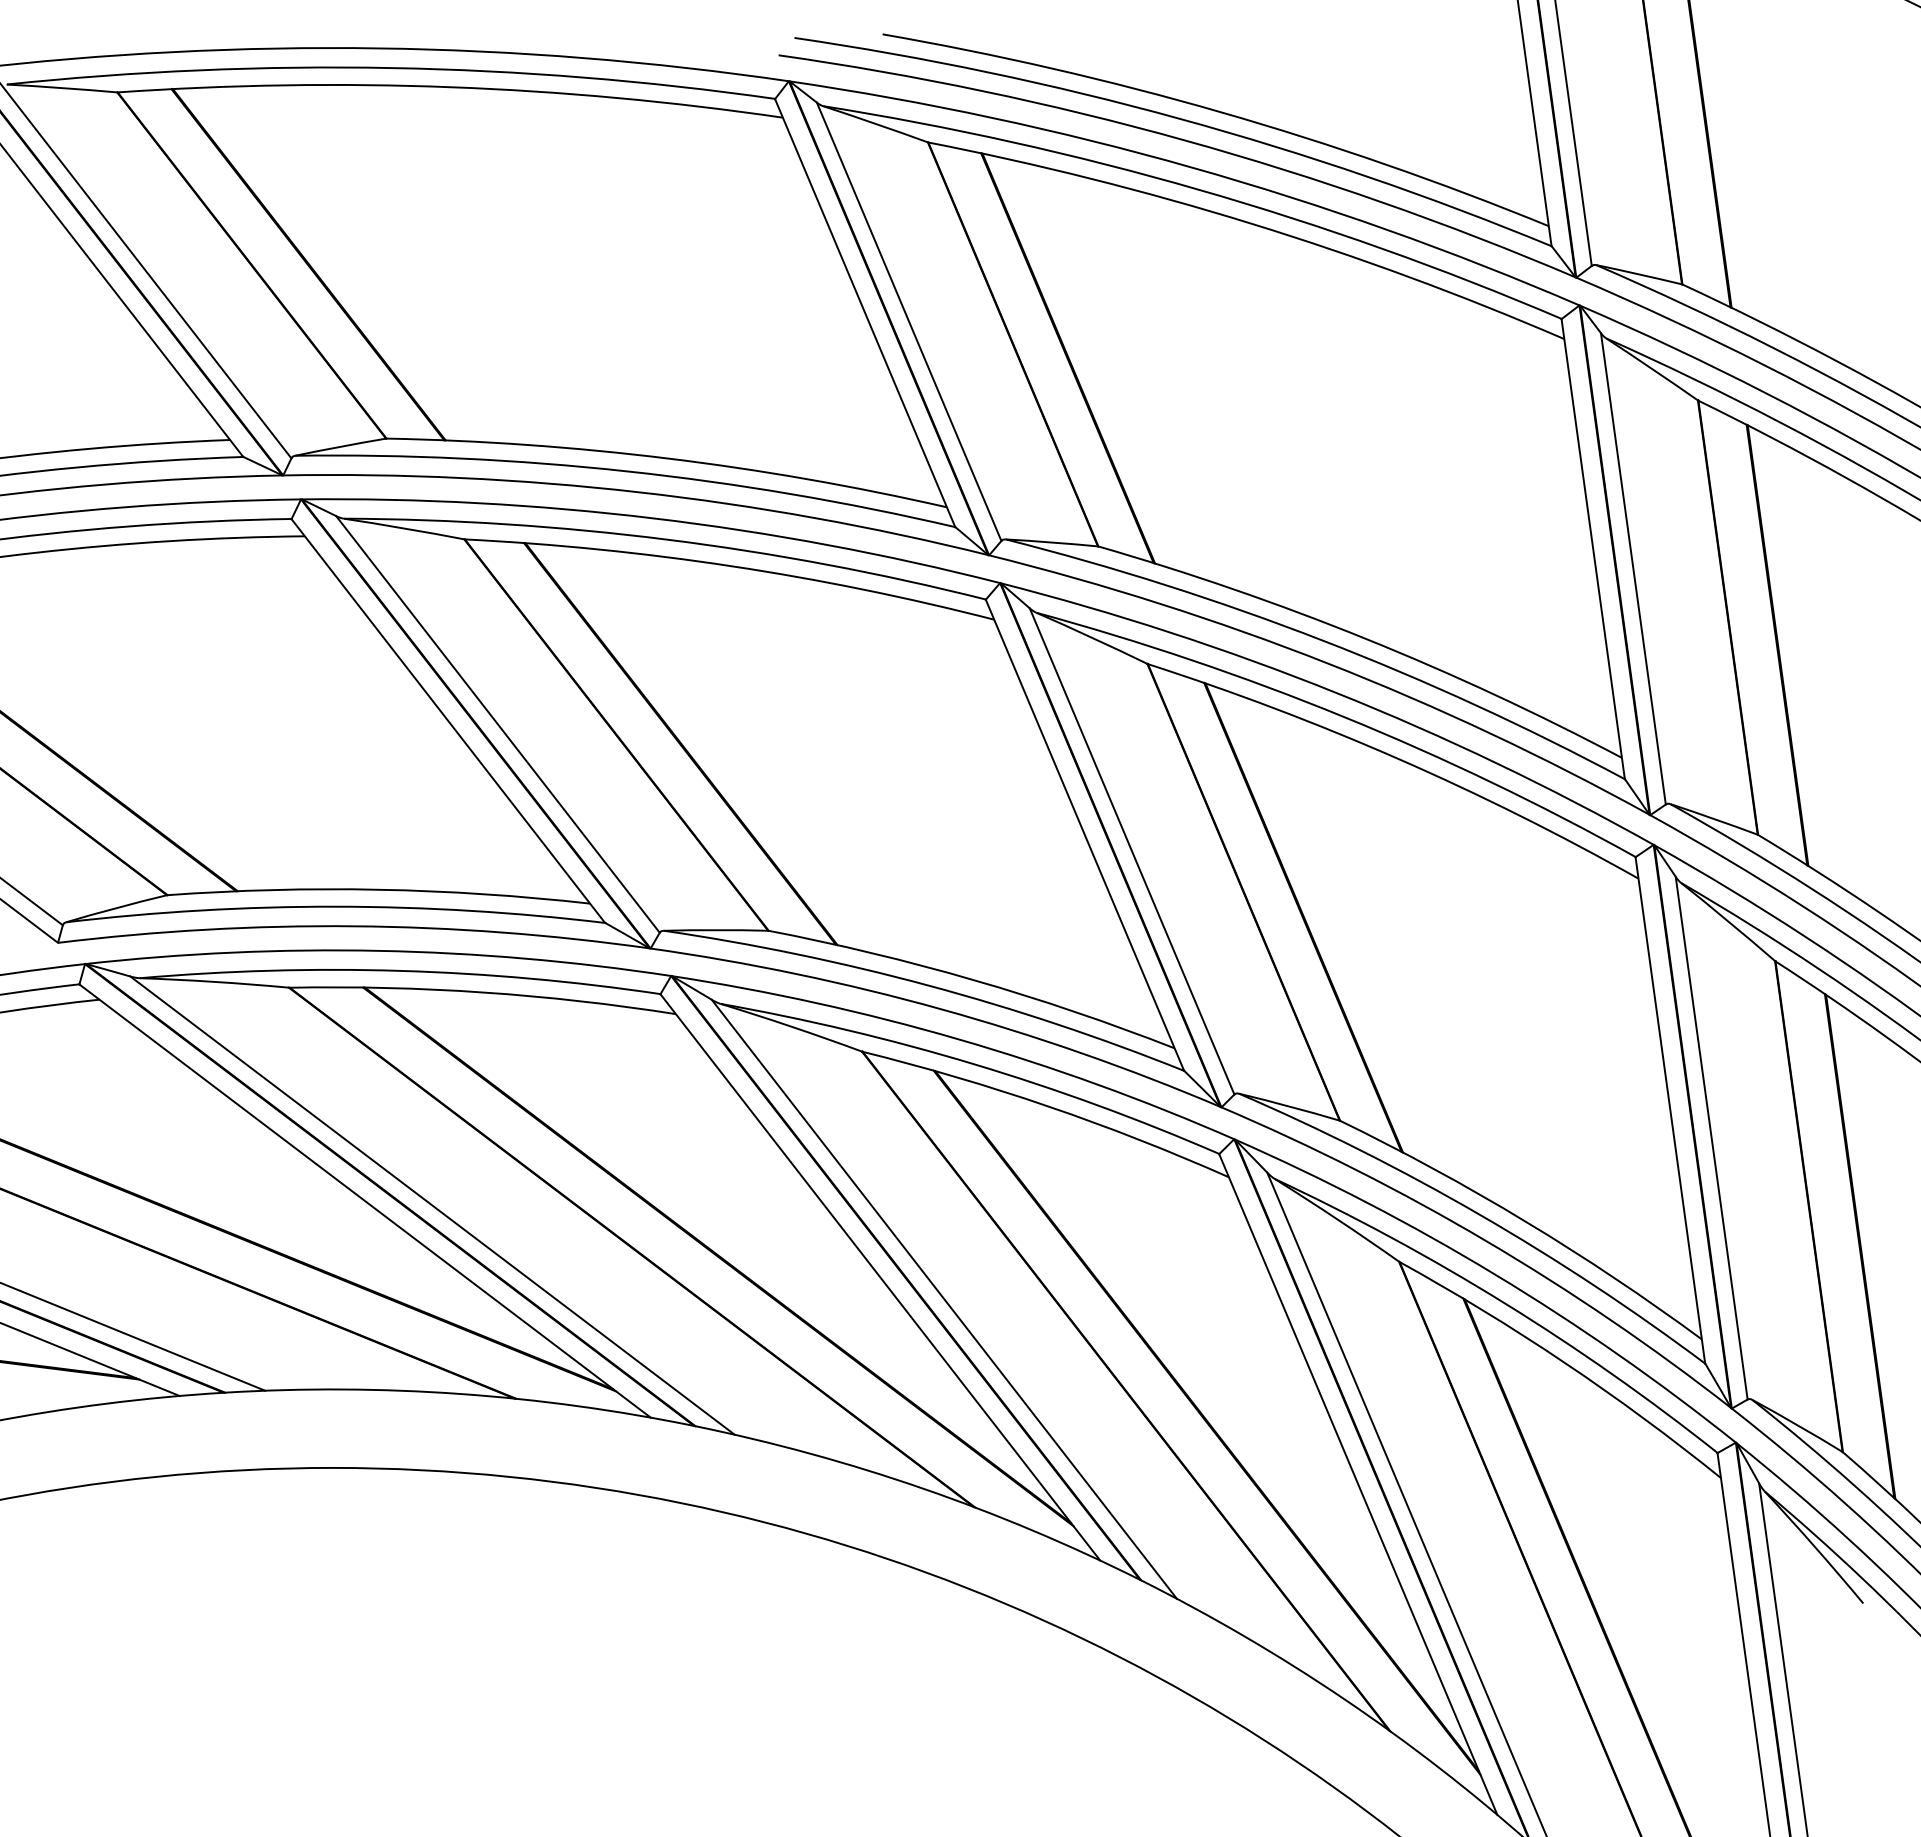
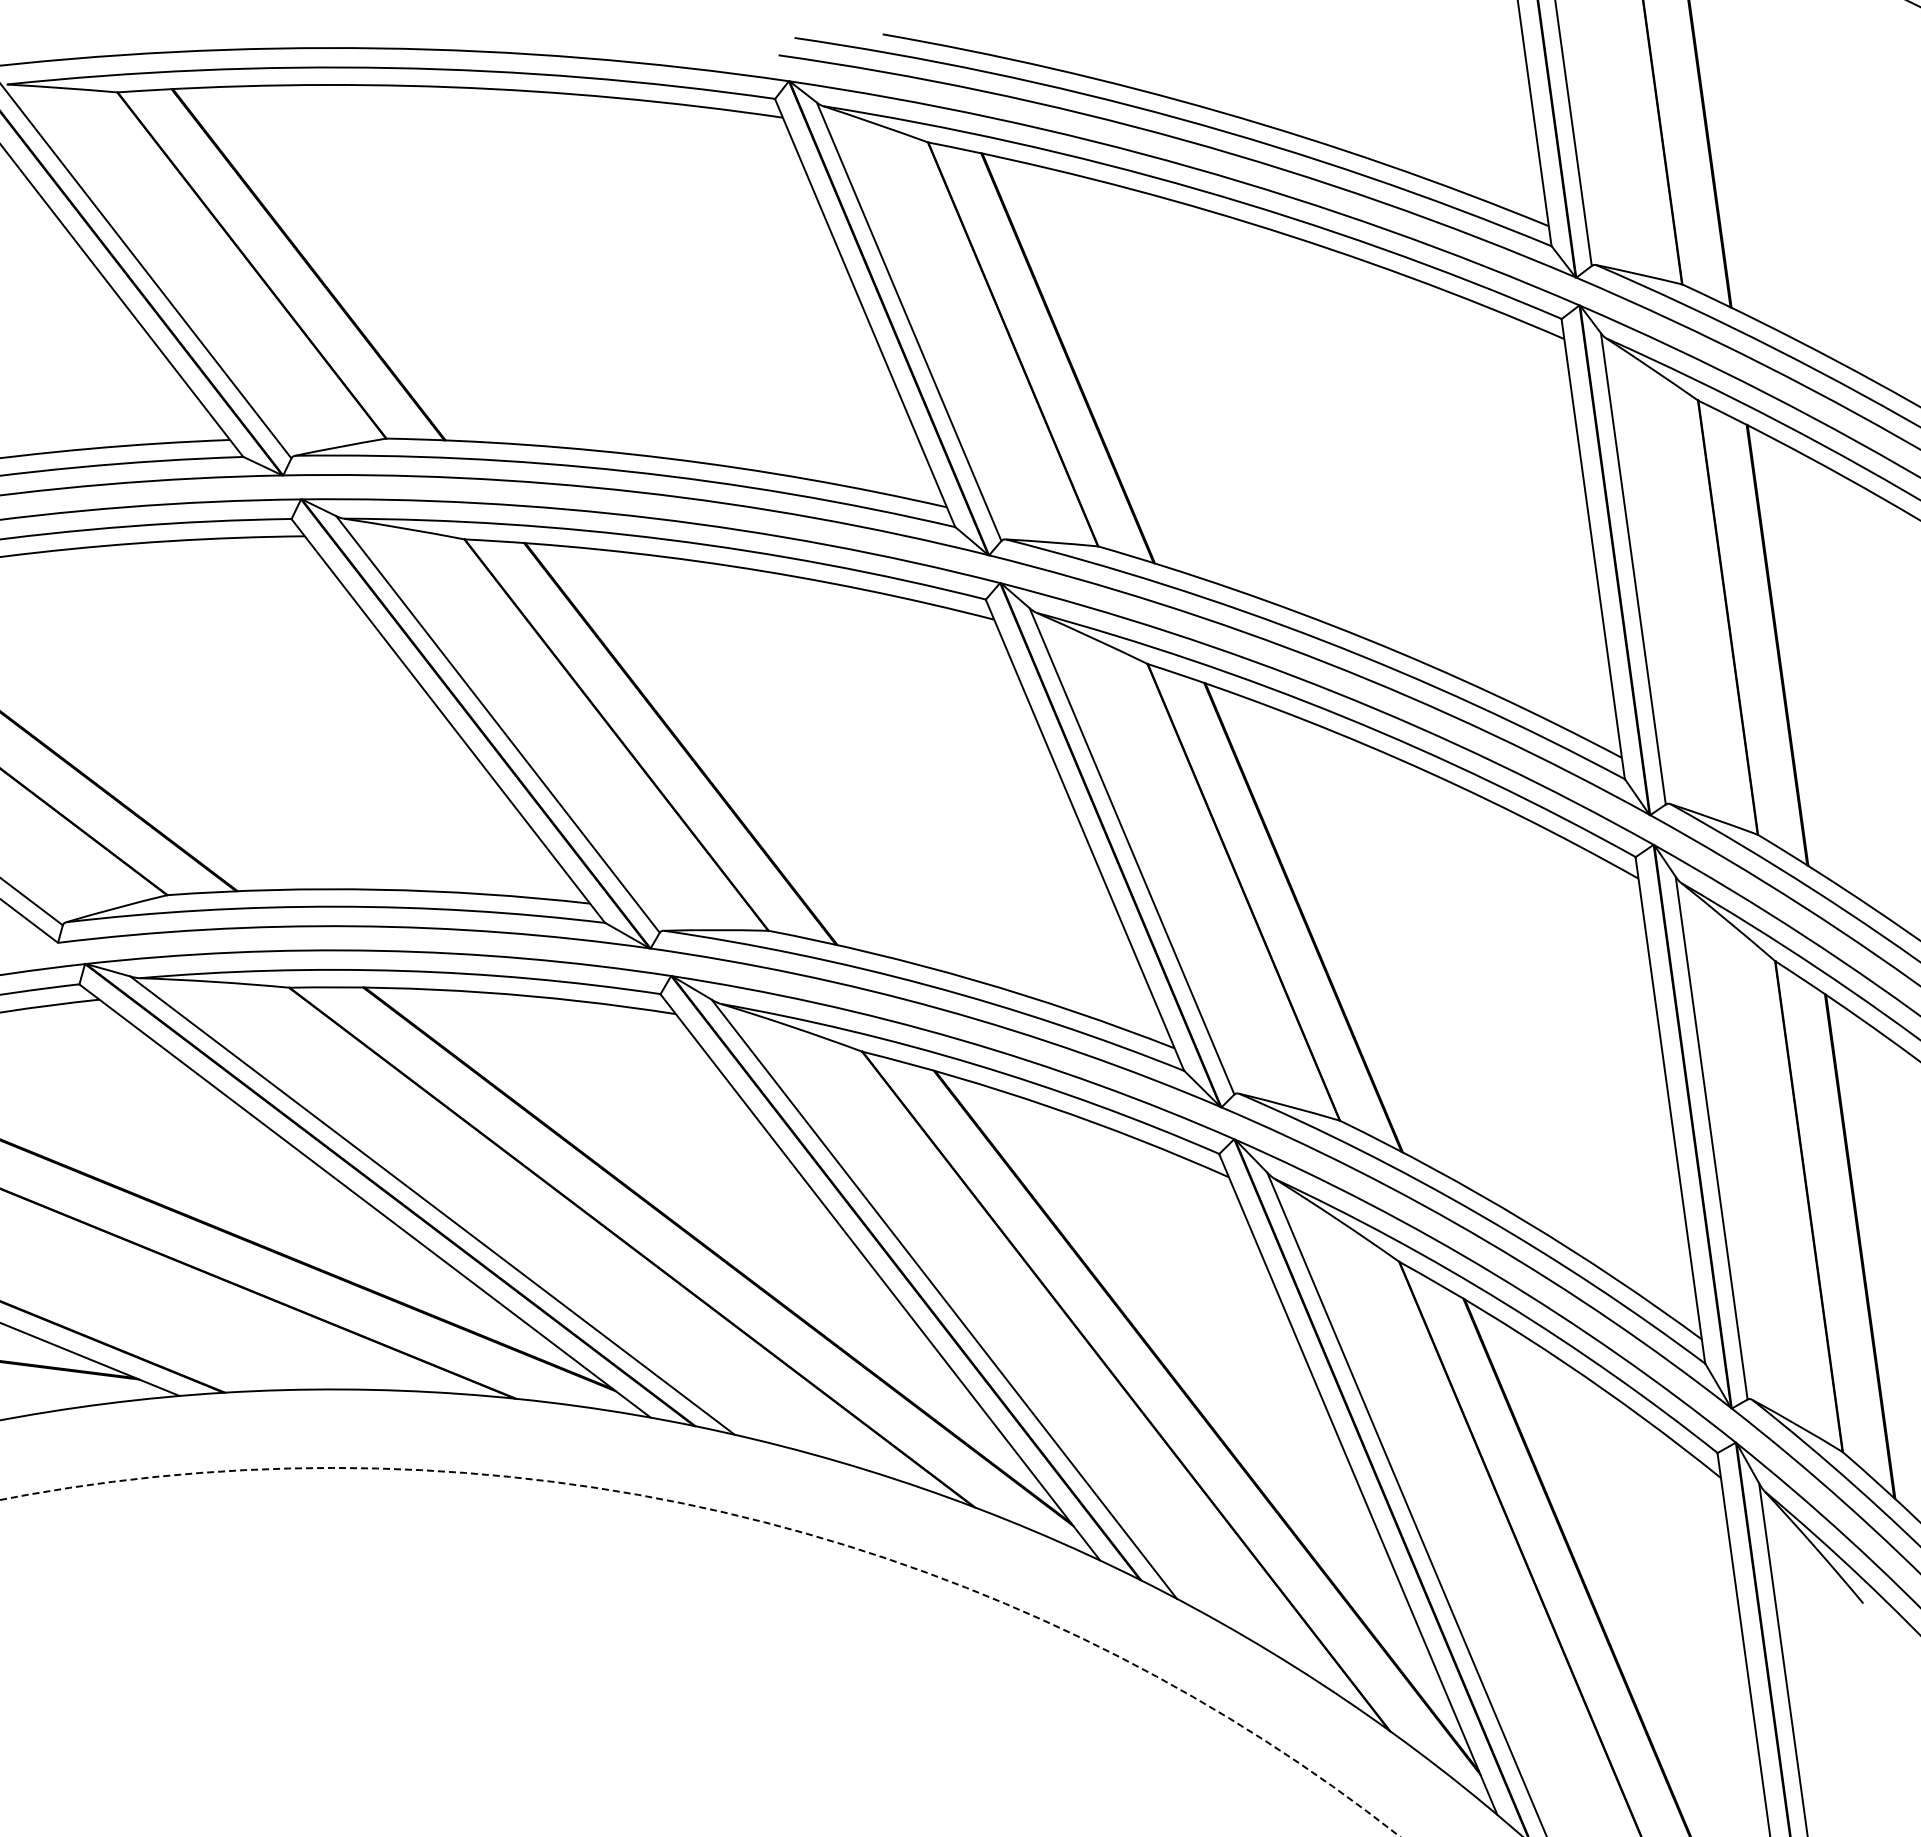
line at (133, 1336): present -> none
circle at (699, 1651): solid -> dashed
